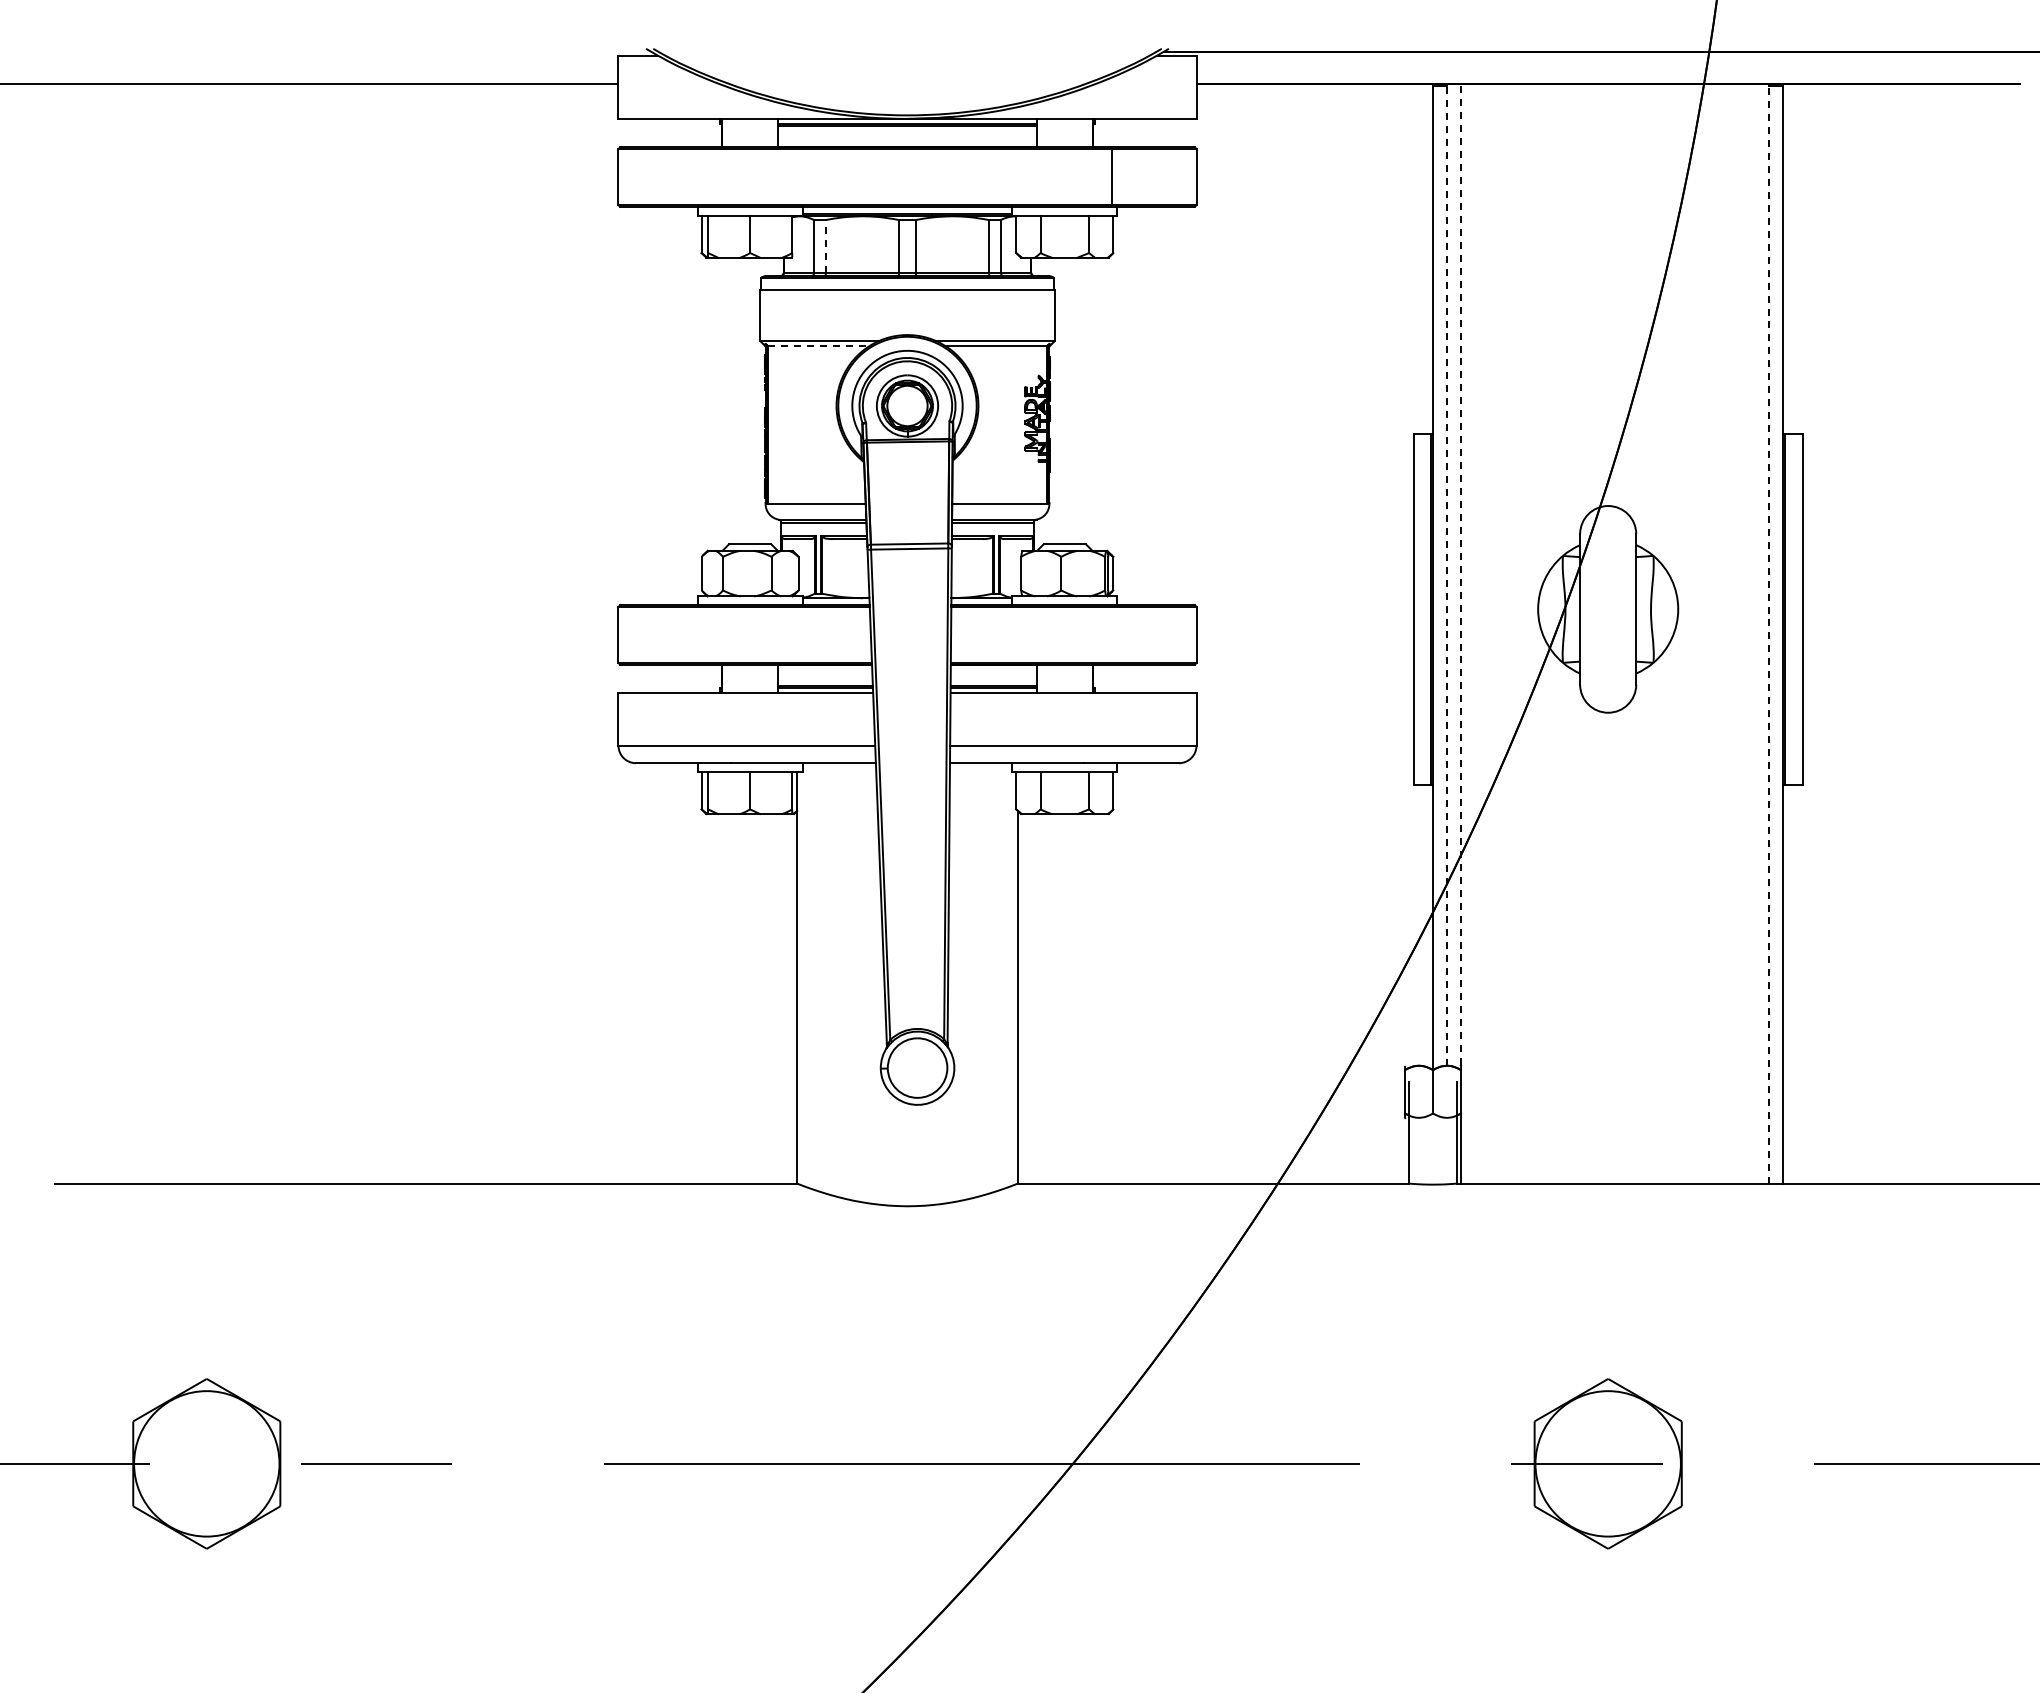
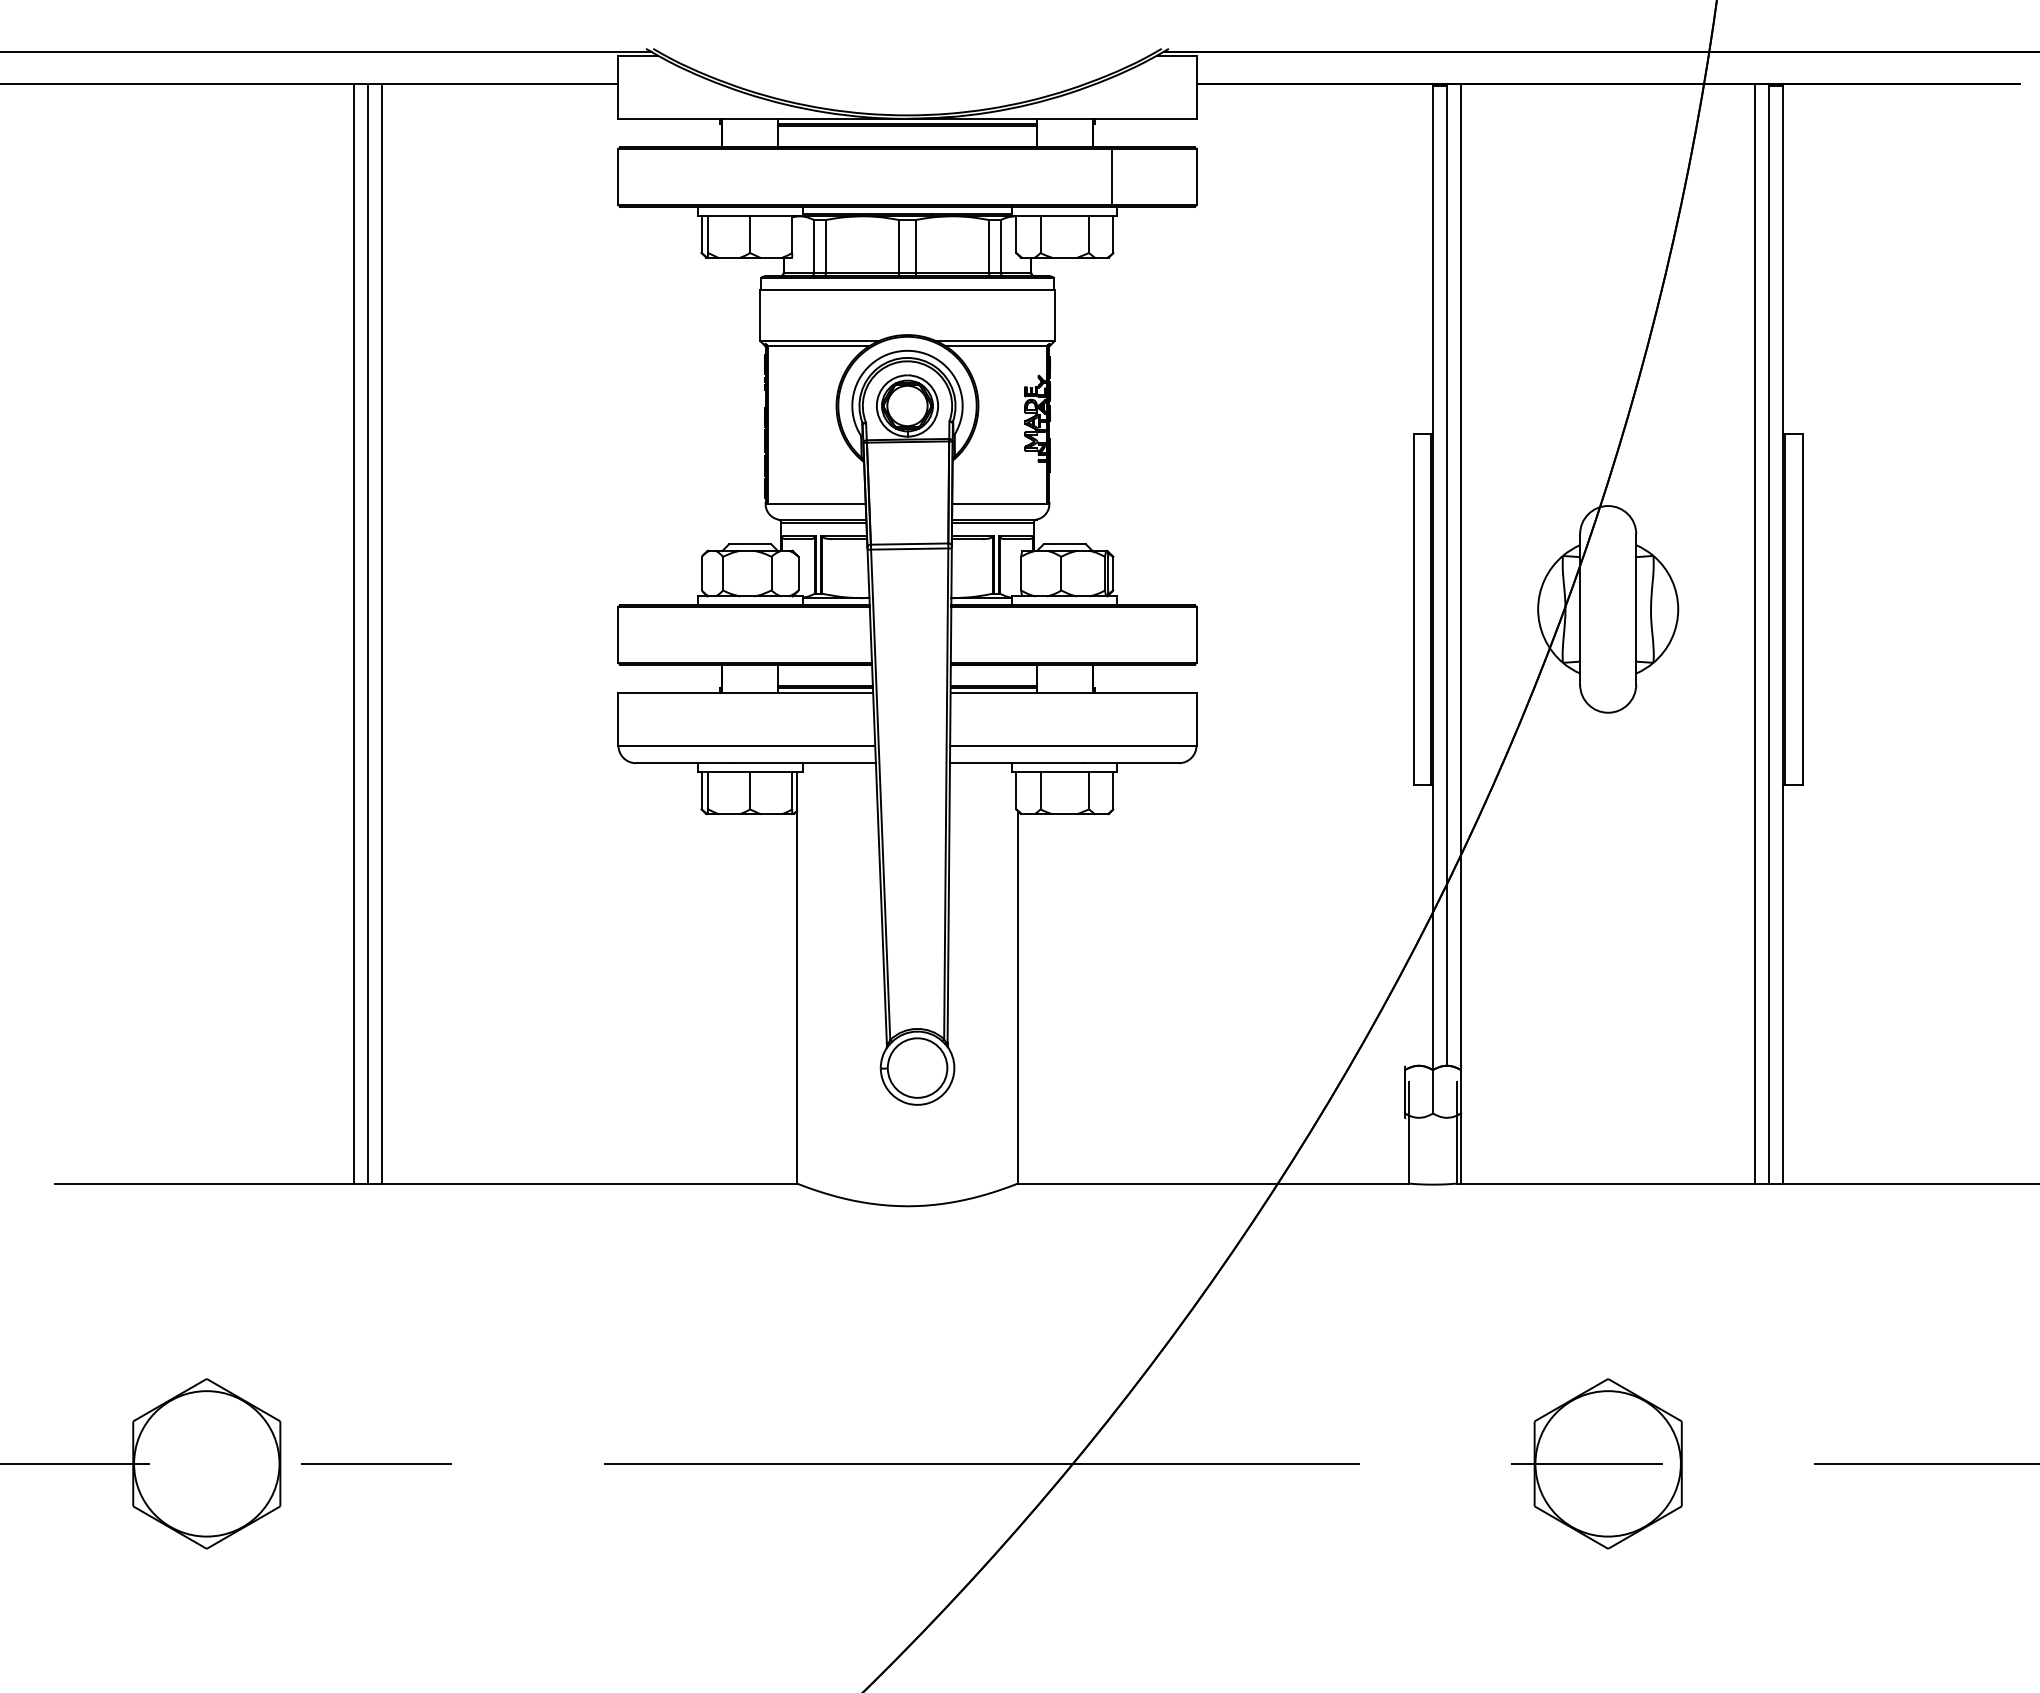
line at (326, 52): none -> present
line at (826, 245): dashed -> solid
line at (819, 346): dashed -> solid
line at (1461, 574): dashed -> solid
line at (1447, 575): dashed -> solid
line at (353, 633): none -> present
line at (1755, 633): none -> present
line at (367, 634): none -> present
line at (381, 634): none -> present
line at (1769, 634): dashed -> solid
